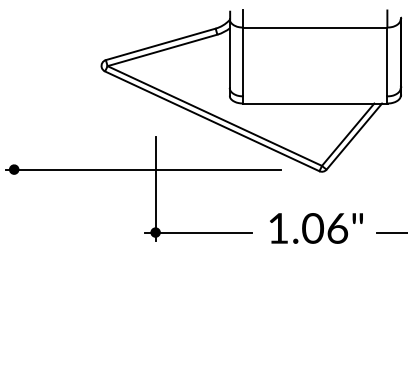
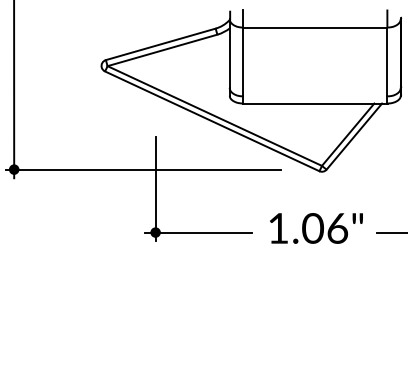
line at (14, 90): none -> present
